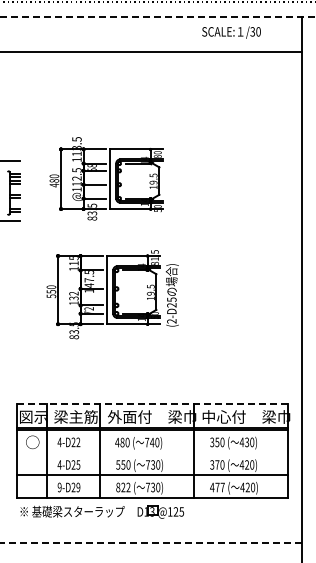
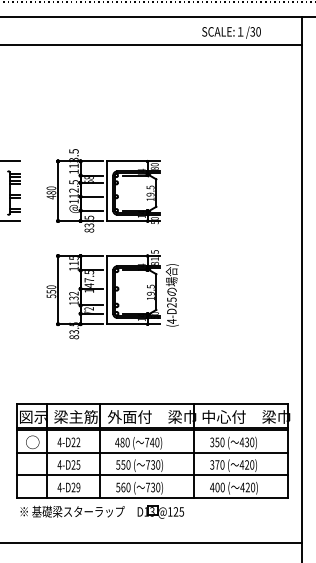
line at (158, 16): dashed -> solid
line at (151, 52) position: (151, 52) -> (151, 45)
part at (106, 178) position: (106, 178) -> (103, 190)
text at (171, 321): (2-D25 -> (4-D25
line at (152, 403): dashed -> solid
line at (151, 452): none -> present
text at (59, 487): 9-D29 -> 4-D29
text at (123, 487): 822 -> 560
text at (219, 487): 477 -> 400
line at (151, 543): dashed -> solid
